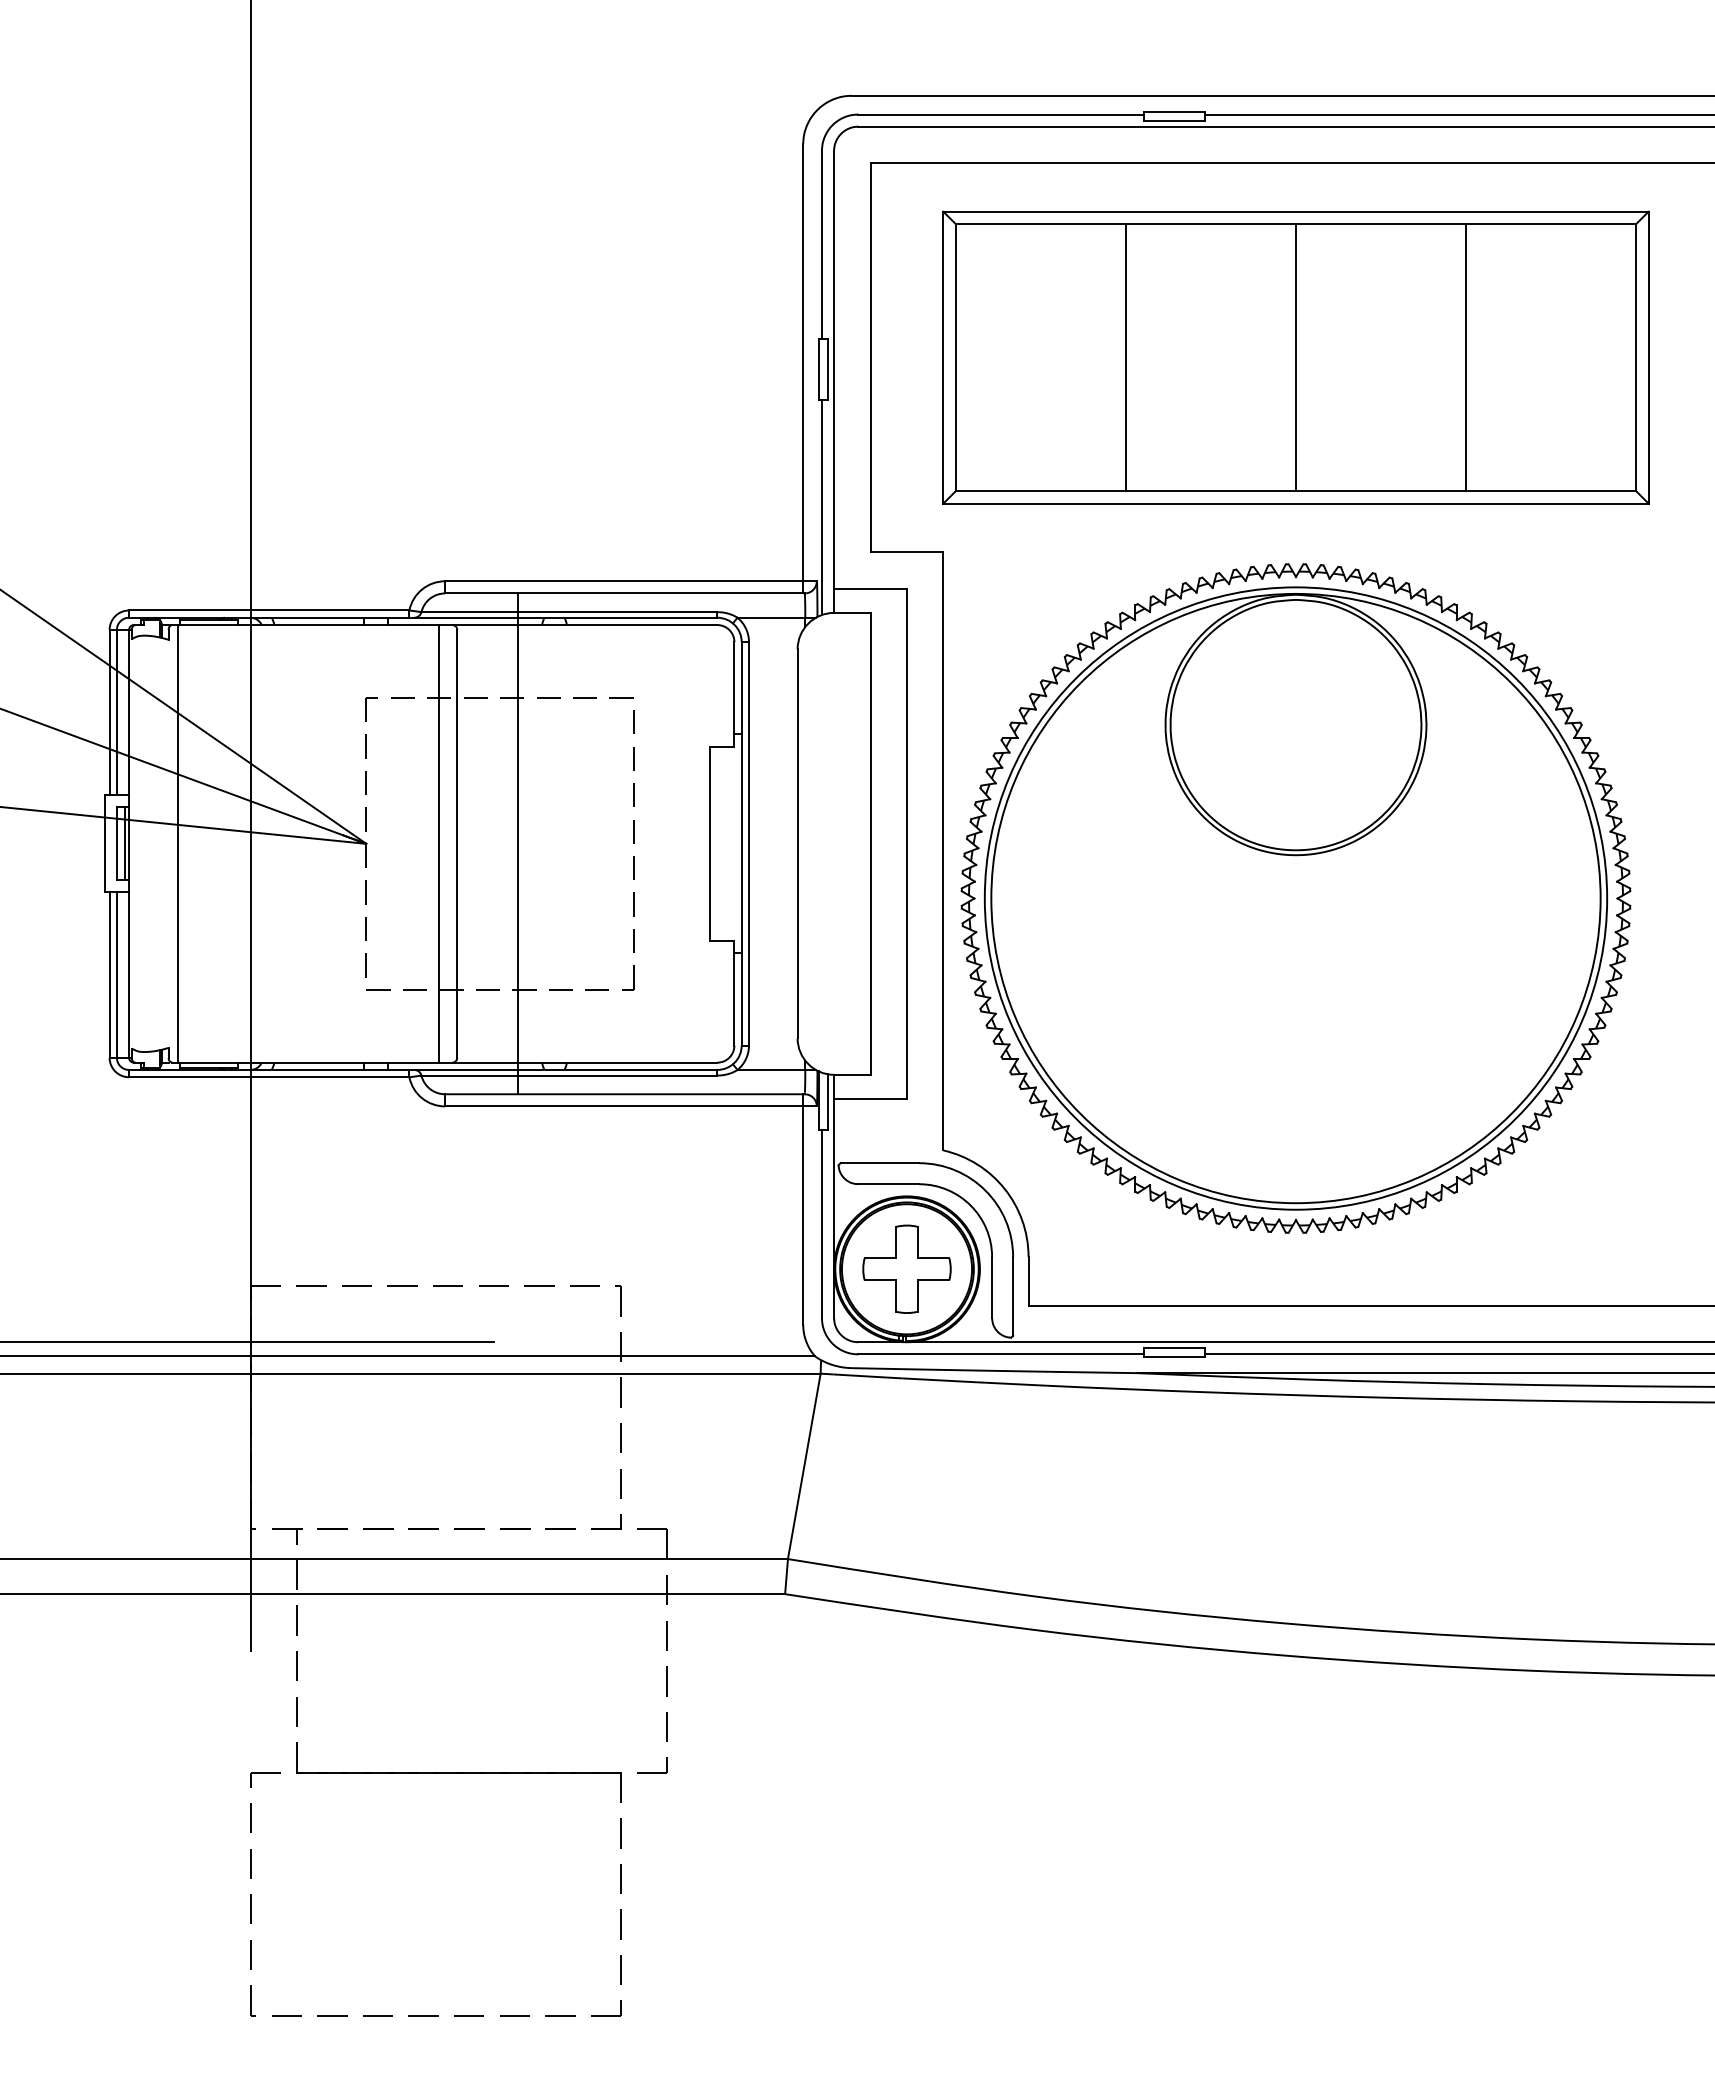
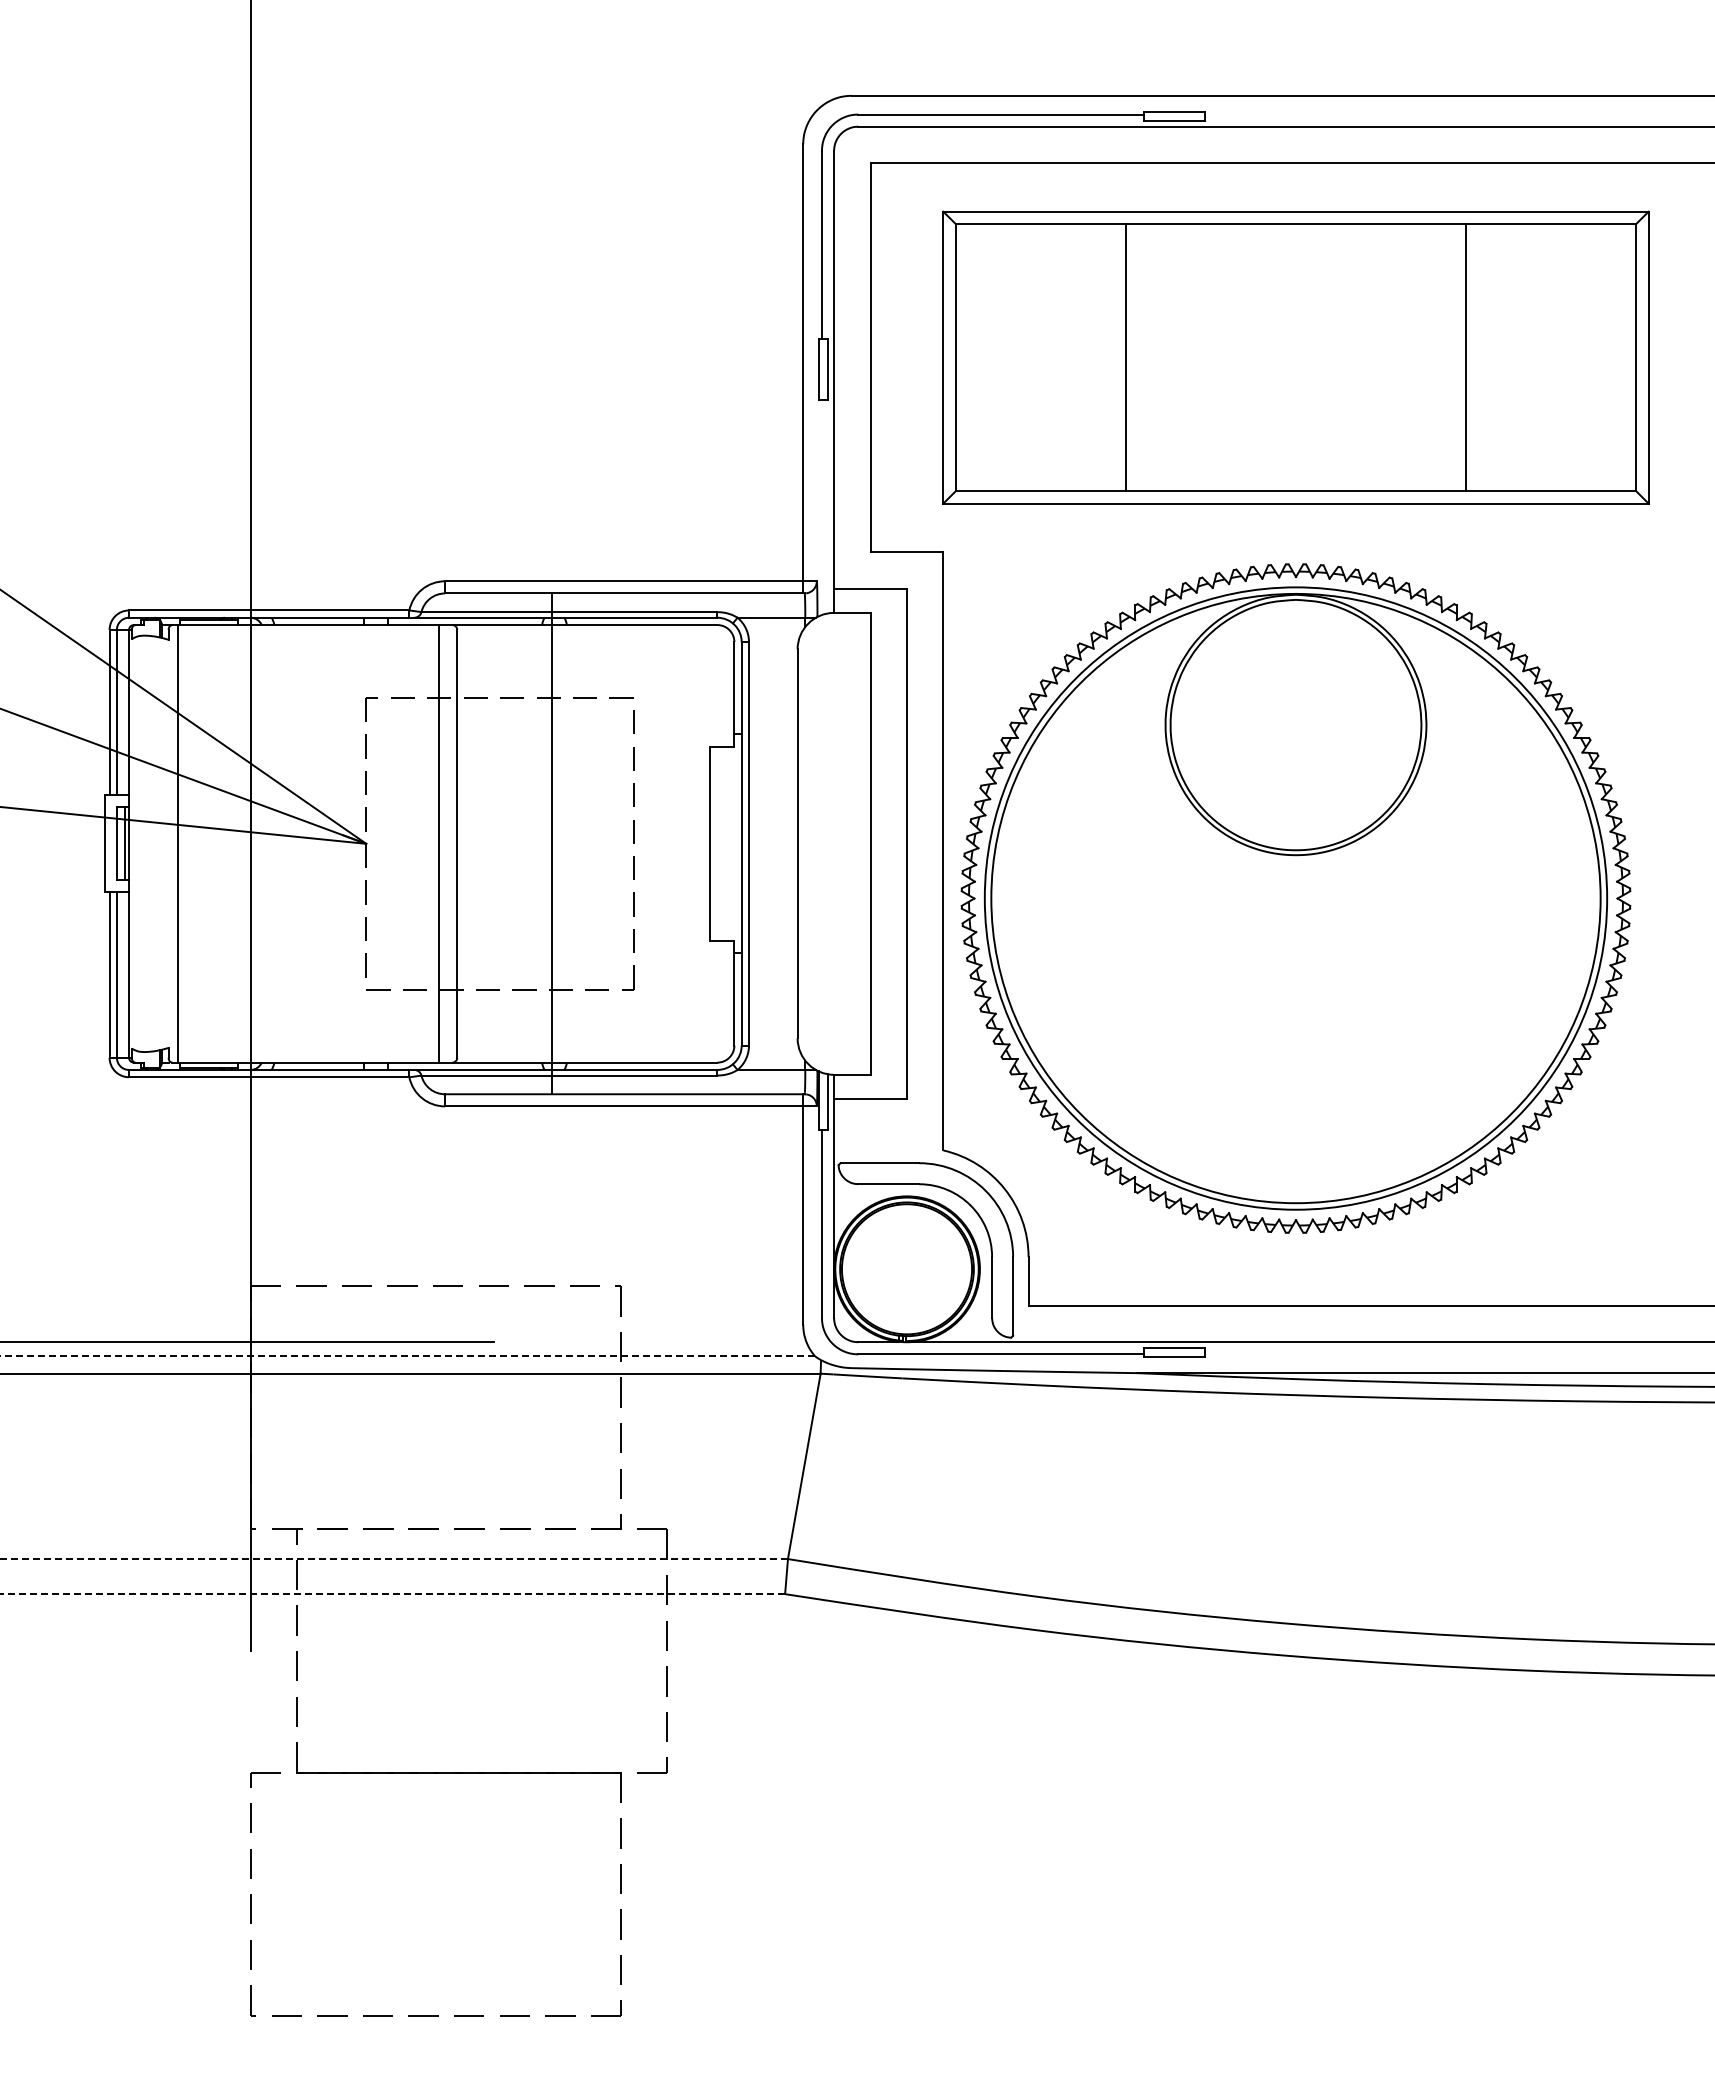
line at (1457, 114): present -> none
line at (1295, 357): present -> none
line at (821, 507): present -> none
line at (518, 843) position: (518, 843) -> (552, 843)
part at (906, 1268): present -> none
line at (1457, 1354): present -> none
line at (407, 1356): solid -> dashed
line at (394, 1558): solid -> dashed
line at (392, 1594): solid -> dashed
